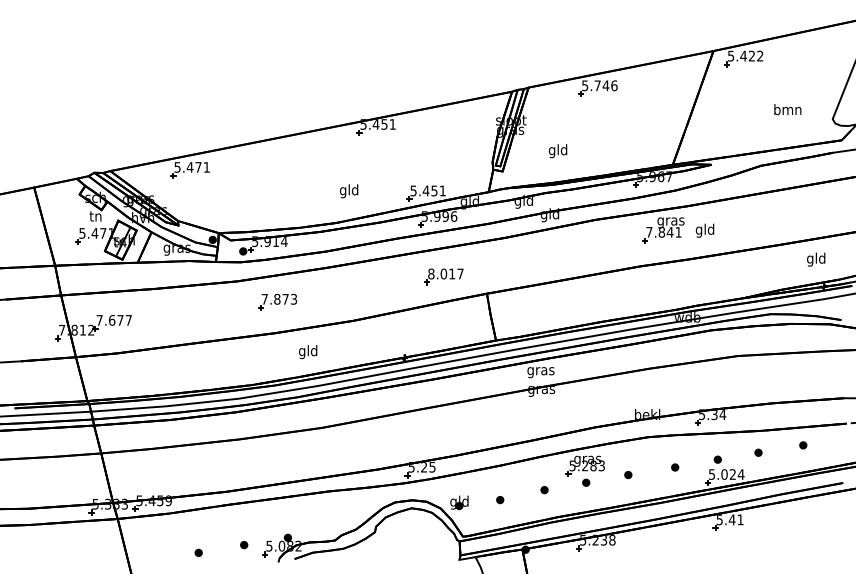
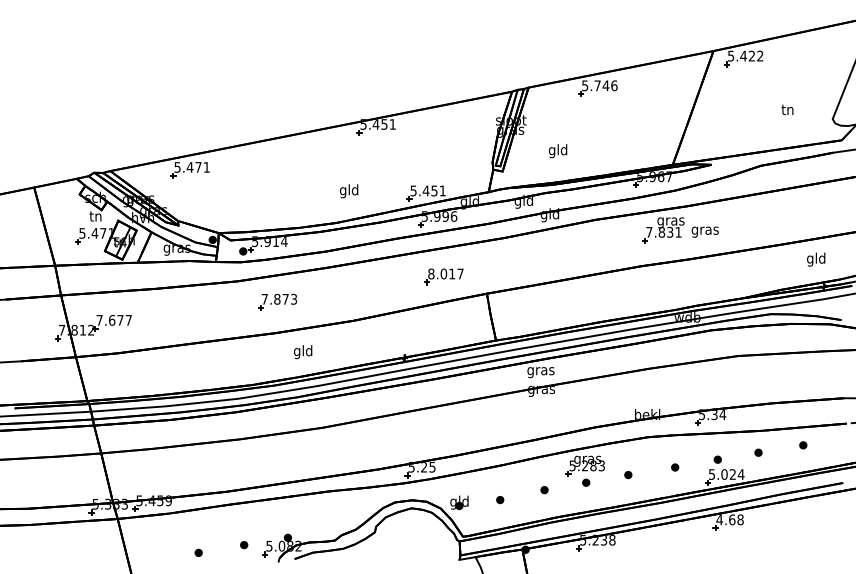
text at (787, 109): bmn -> tn
text at (704, 230): gld -> gras
text at (669, 231): 7.841 -> 7.831
text at (308, 352) position: (308, 352) -> (303, 352)
text at (729, 519): 5.41 -> 4.68
